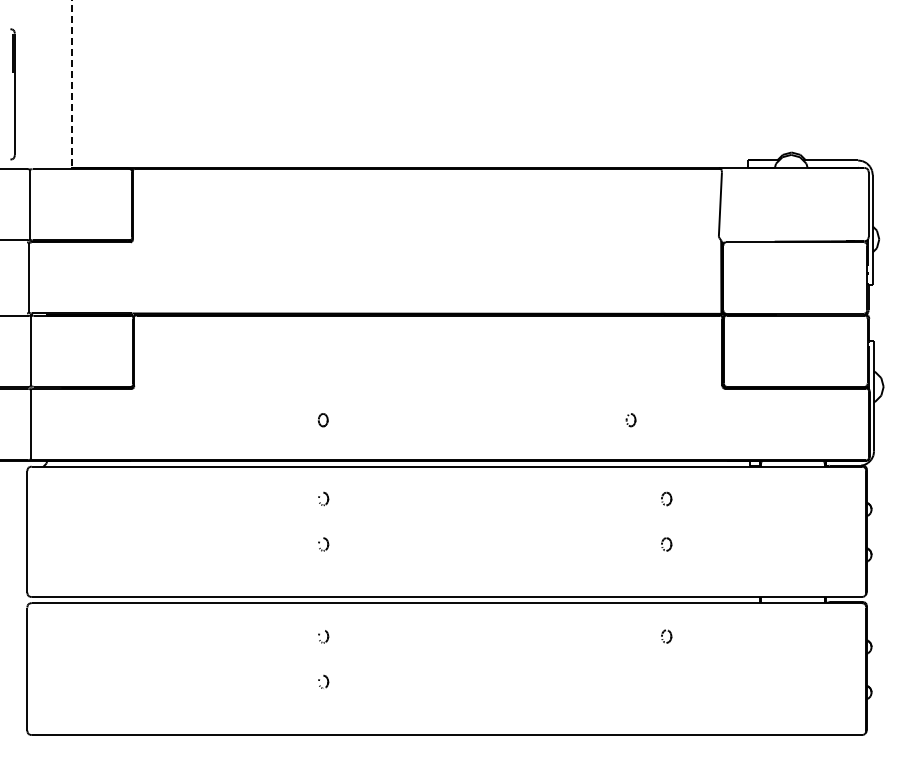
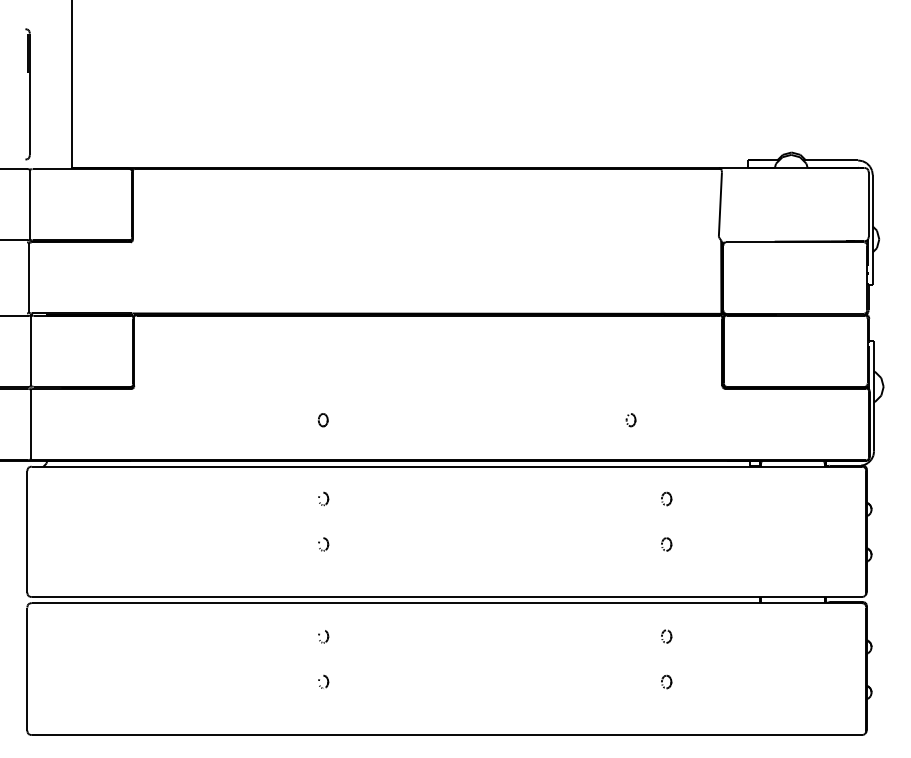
line at (71, 84): dashed -> solid
part at (12, 94) position: (12, 94) -> (27, 94)
part at (666, 681): none -> present
